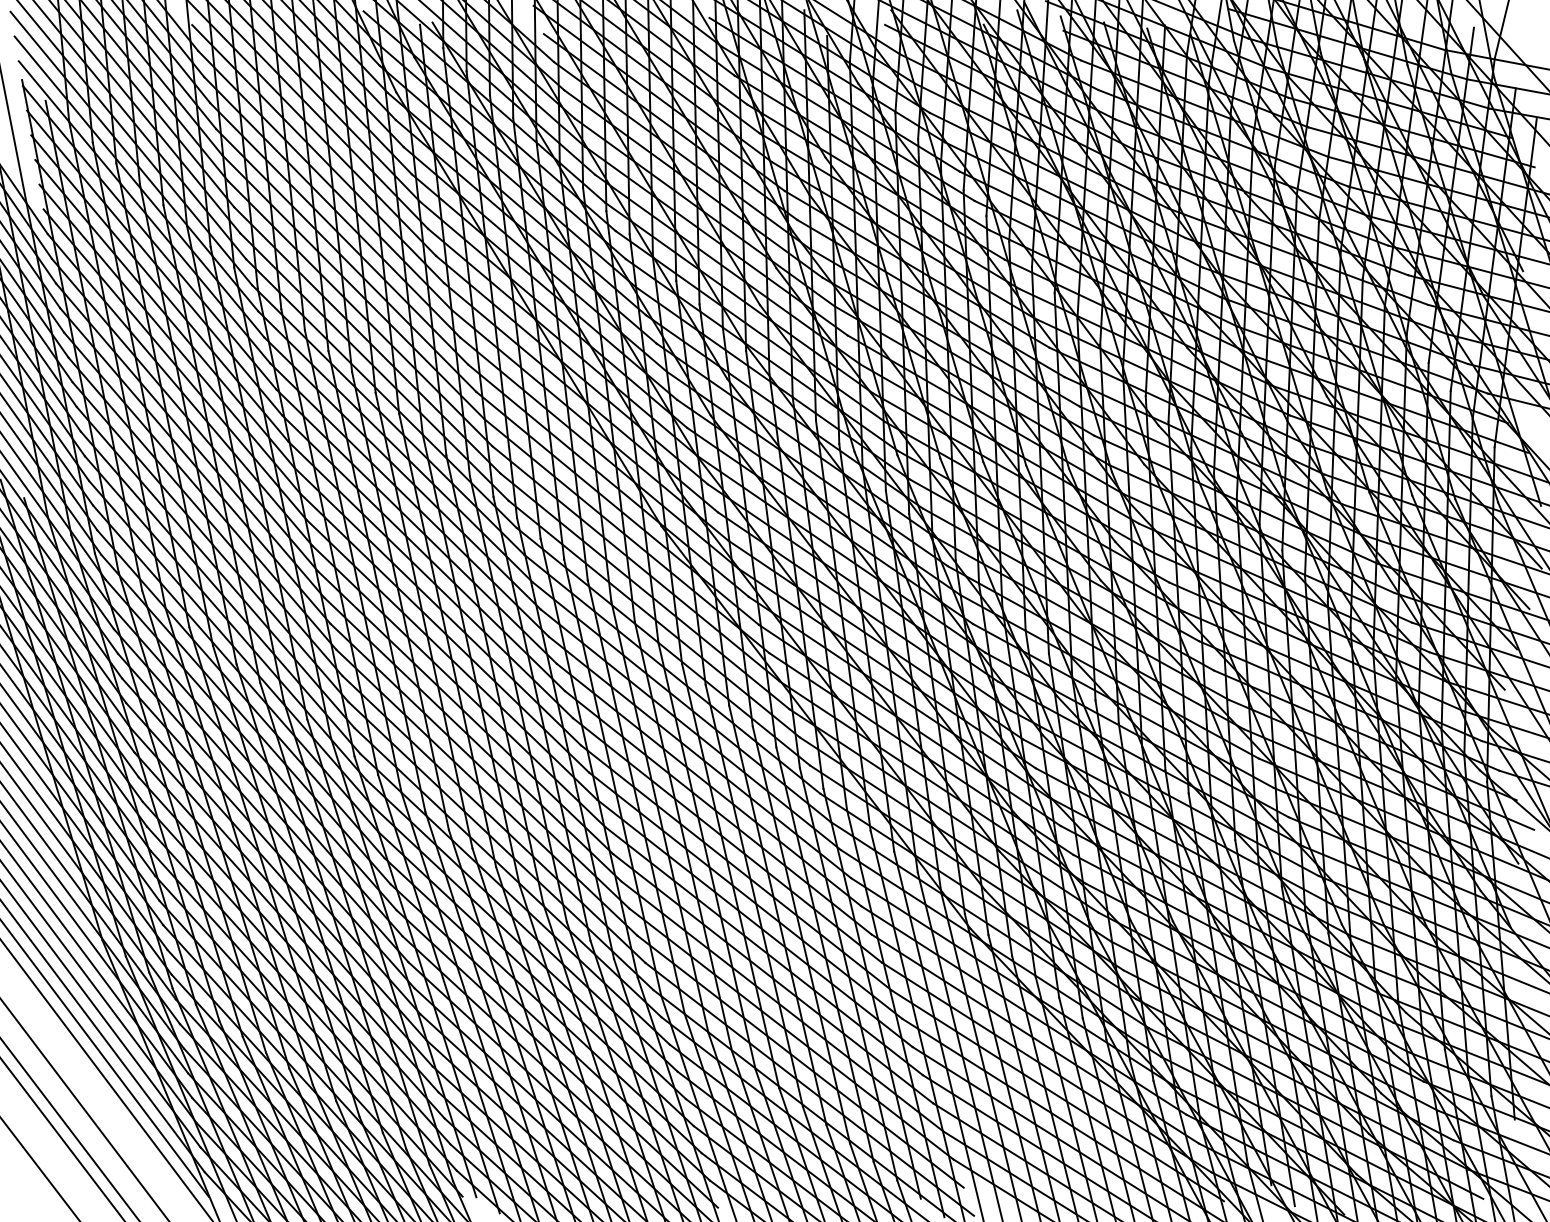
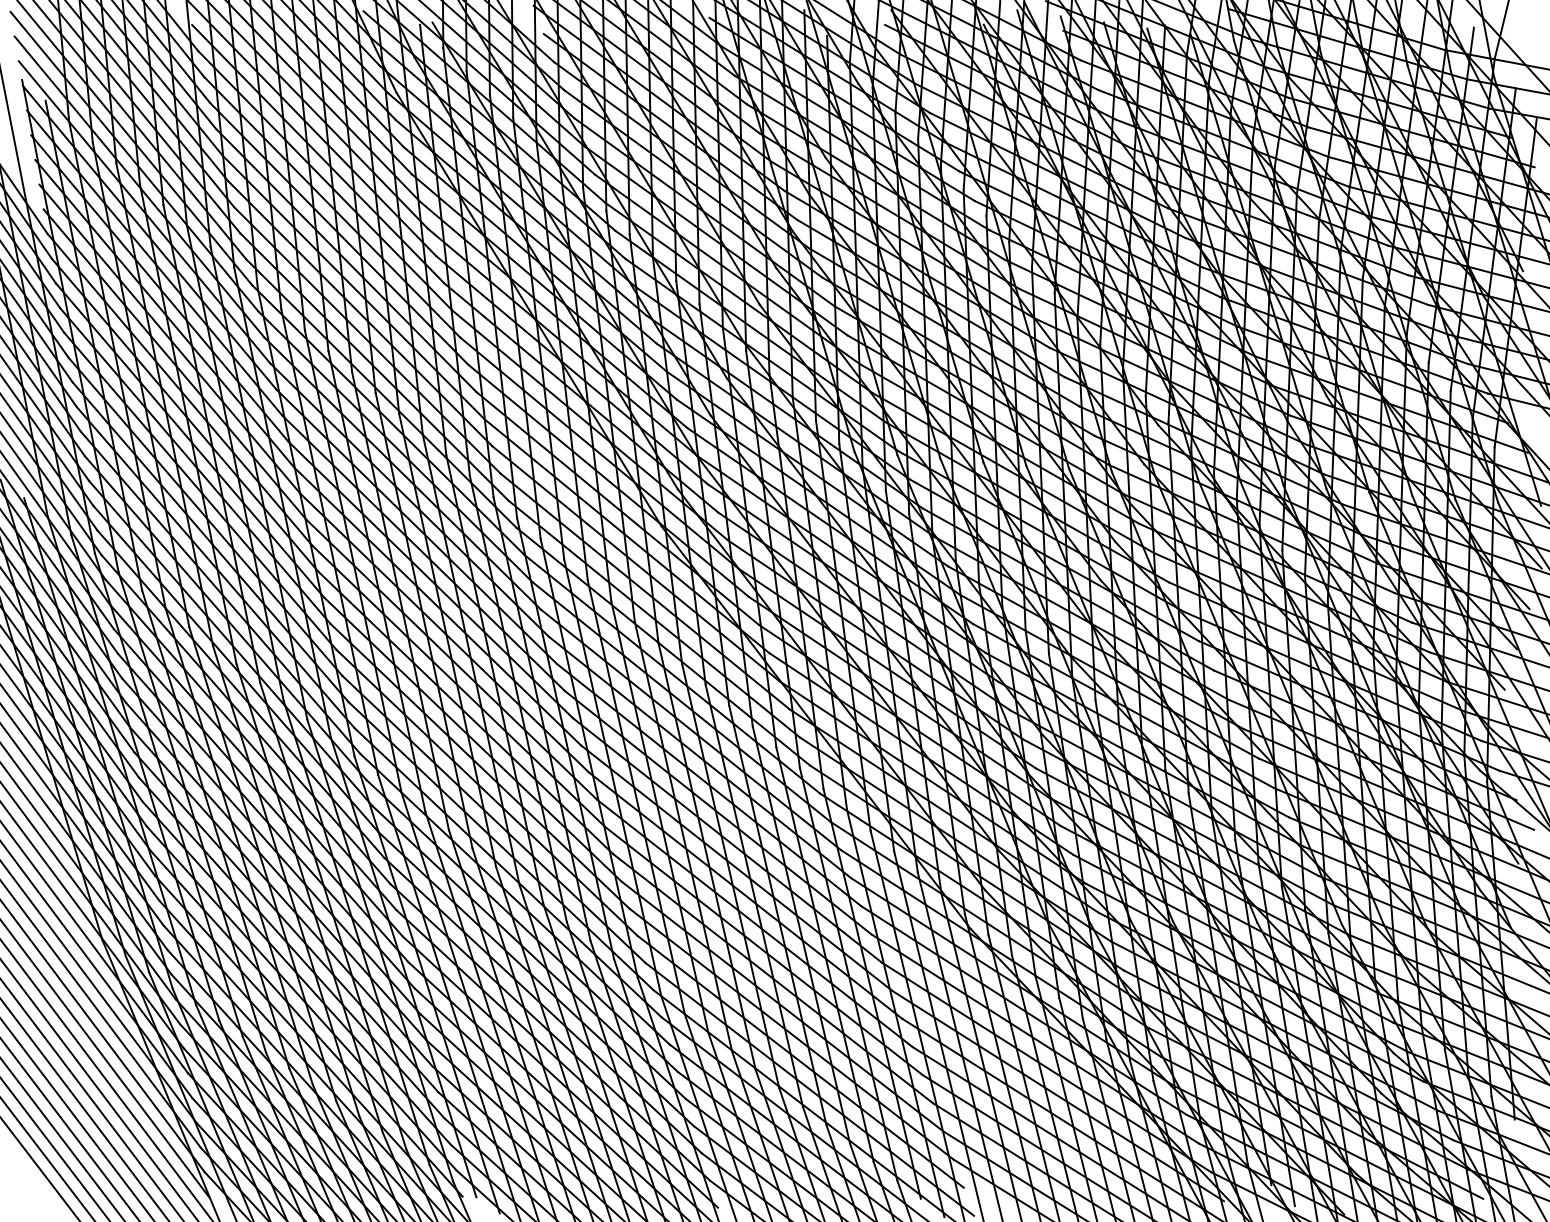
line at (99, 1089): none -> present
line at (91, 1099): none -> present
line at (77, 1119): none -> present
line at (54, 1149): none -> present
line at (47, 1159): none -> present
